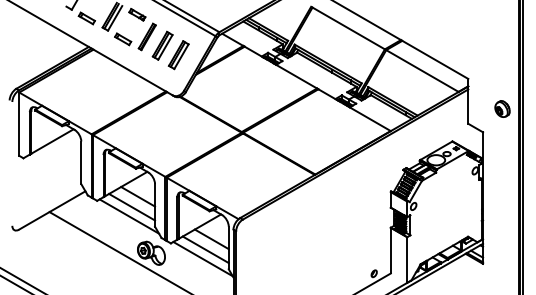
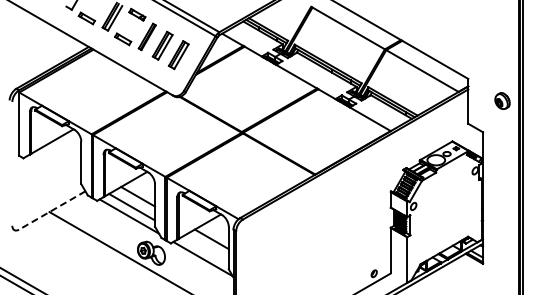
part at (502, 108) position: (502, 108) -> (502, 100)
line at (51, 210): solid -> dashed
line at (205, 249): present -> none
